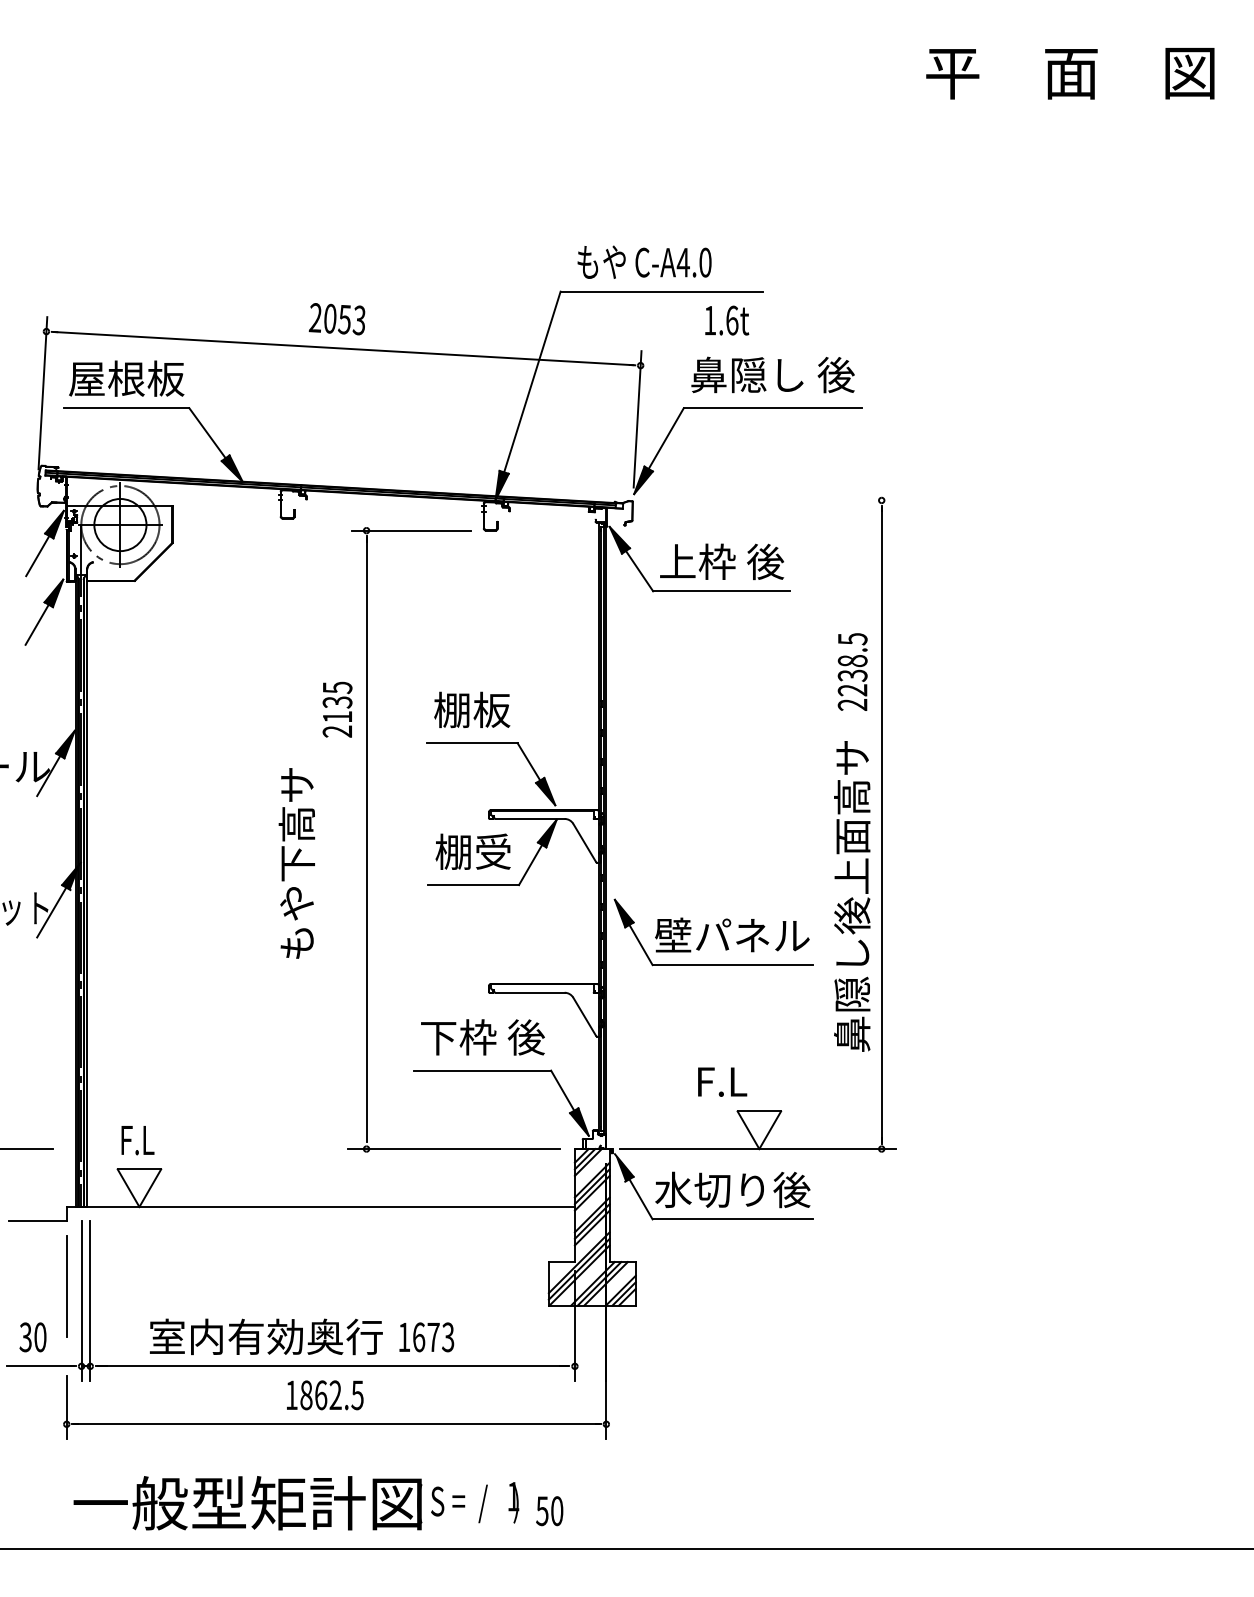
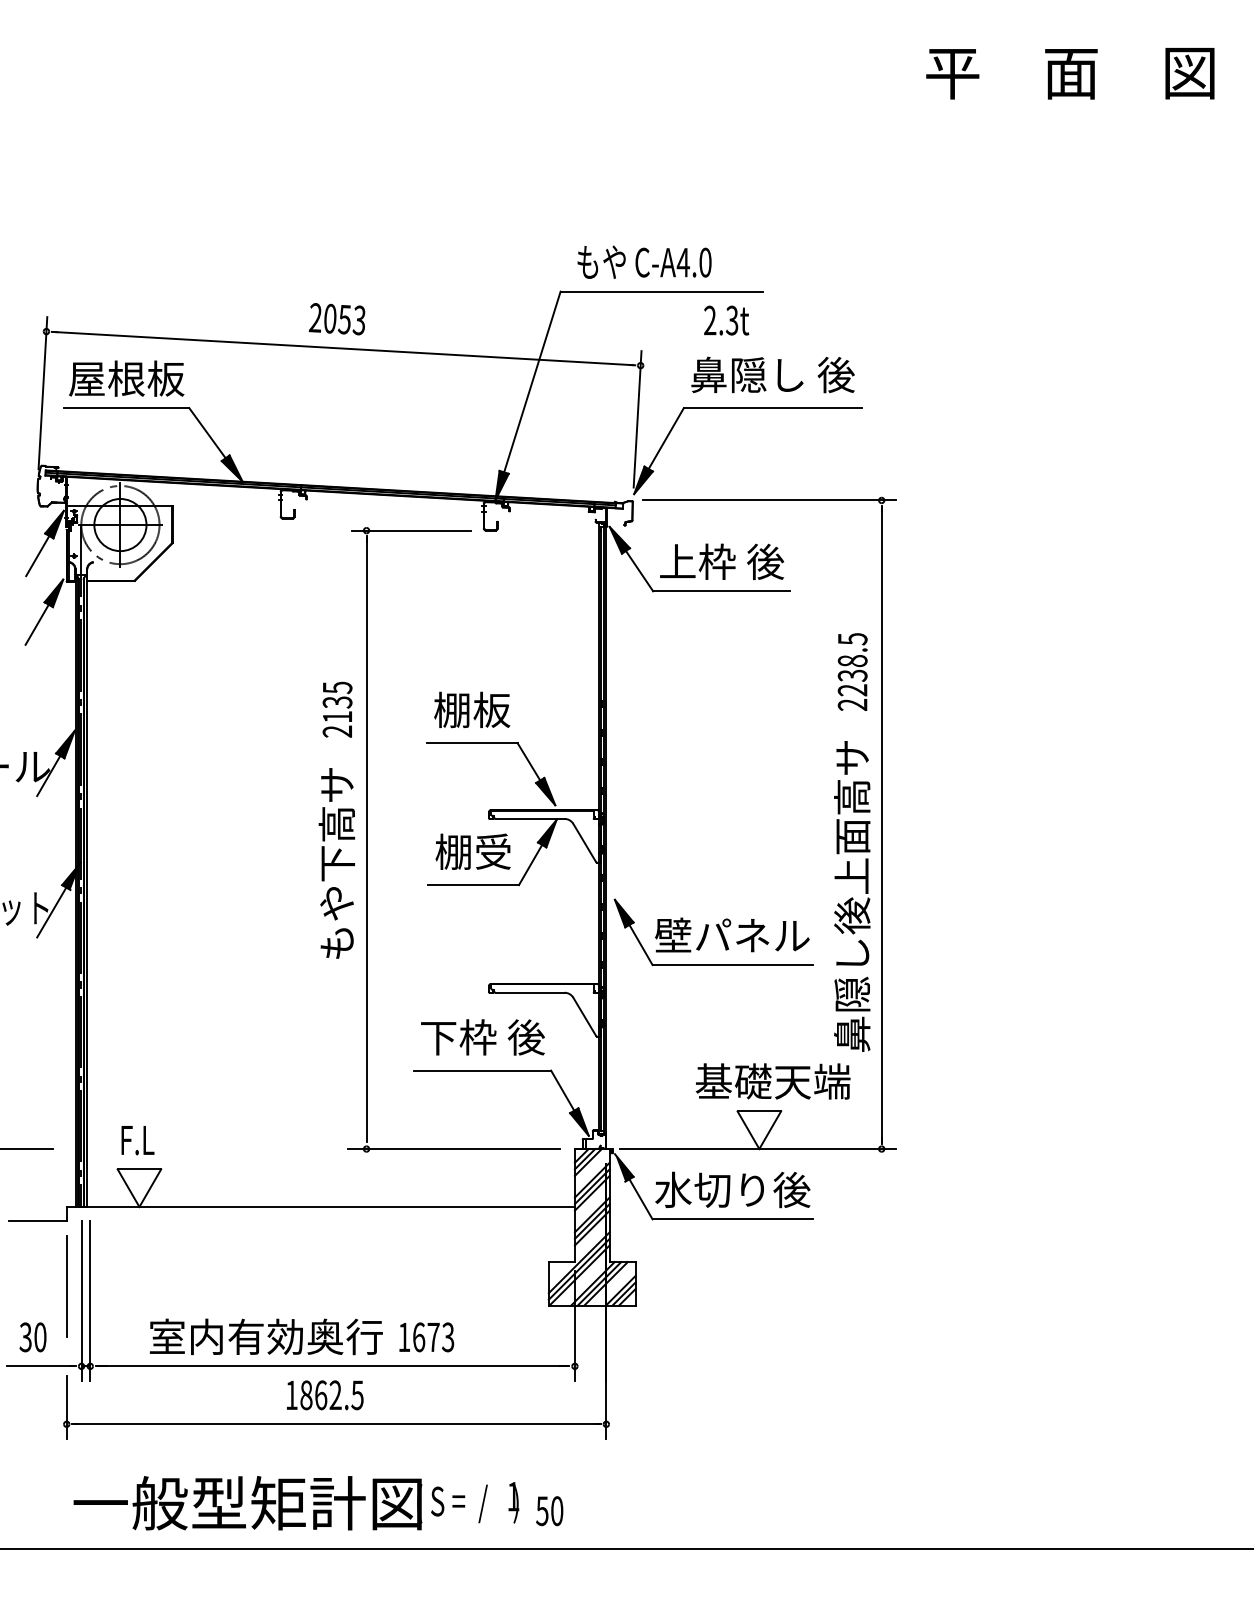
text at (721, 320): 1.6t -> 2.3t
line at (769, 500): none -> present
text at (296, 863) position: (296, 863) -> (336, 863)
text at (772, 1081): F.L -> 基礎天端
